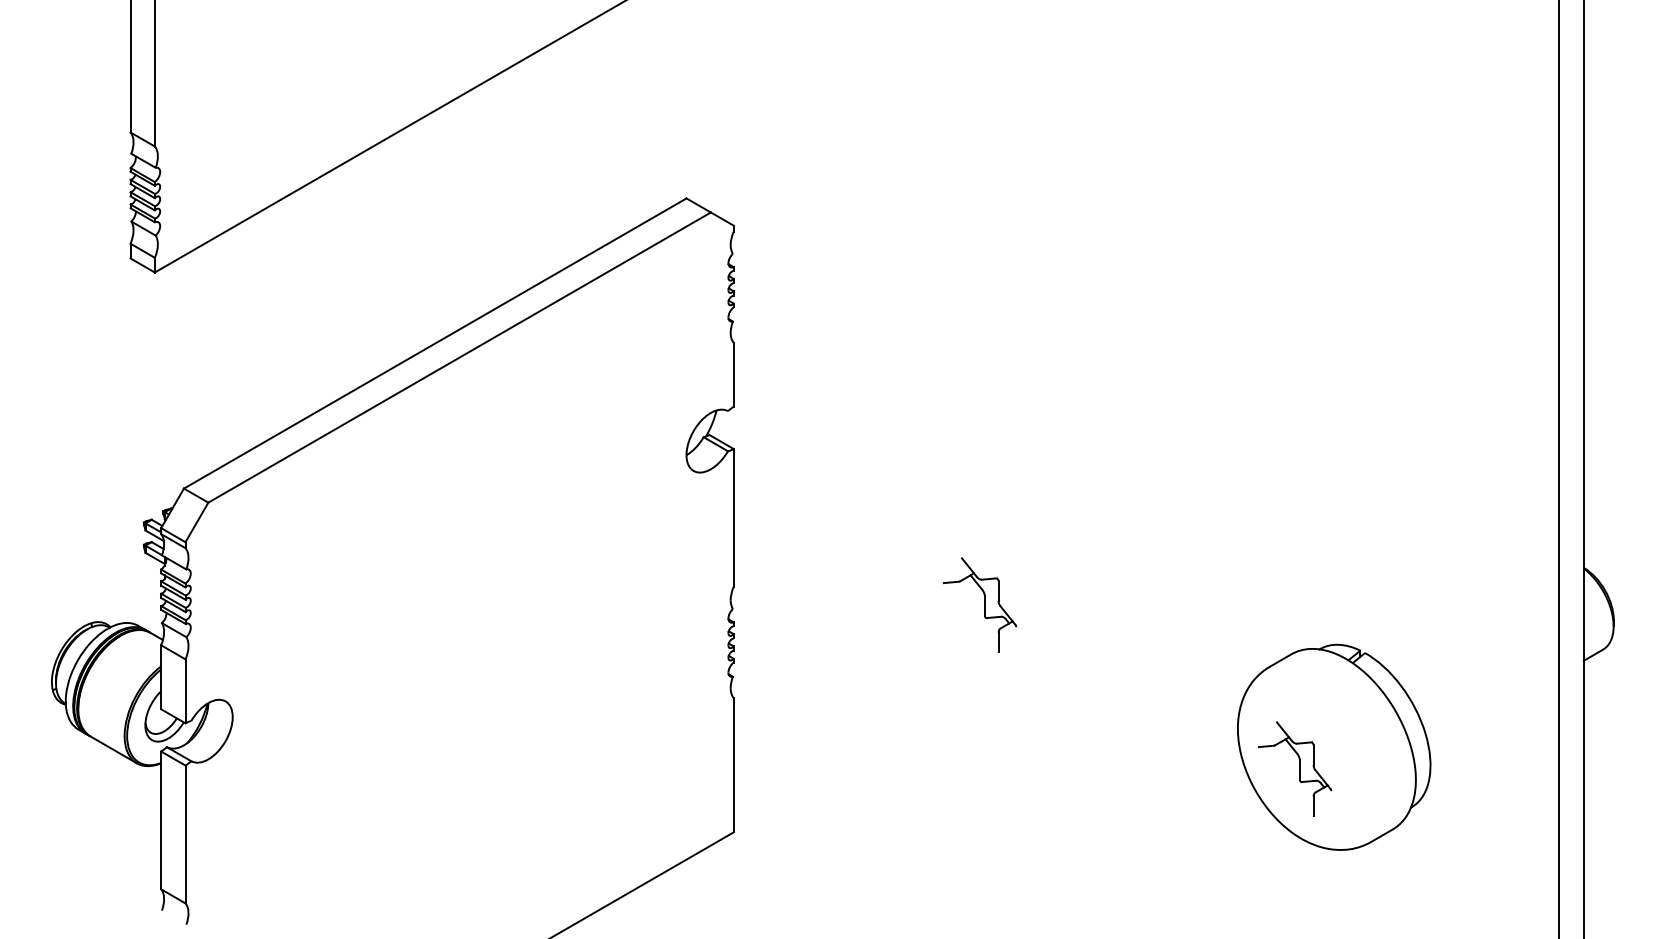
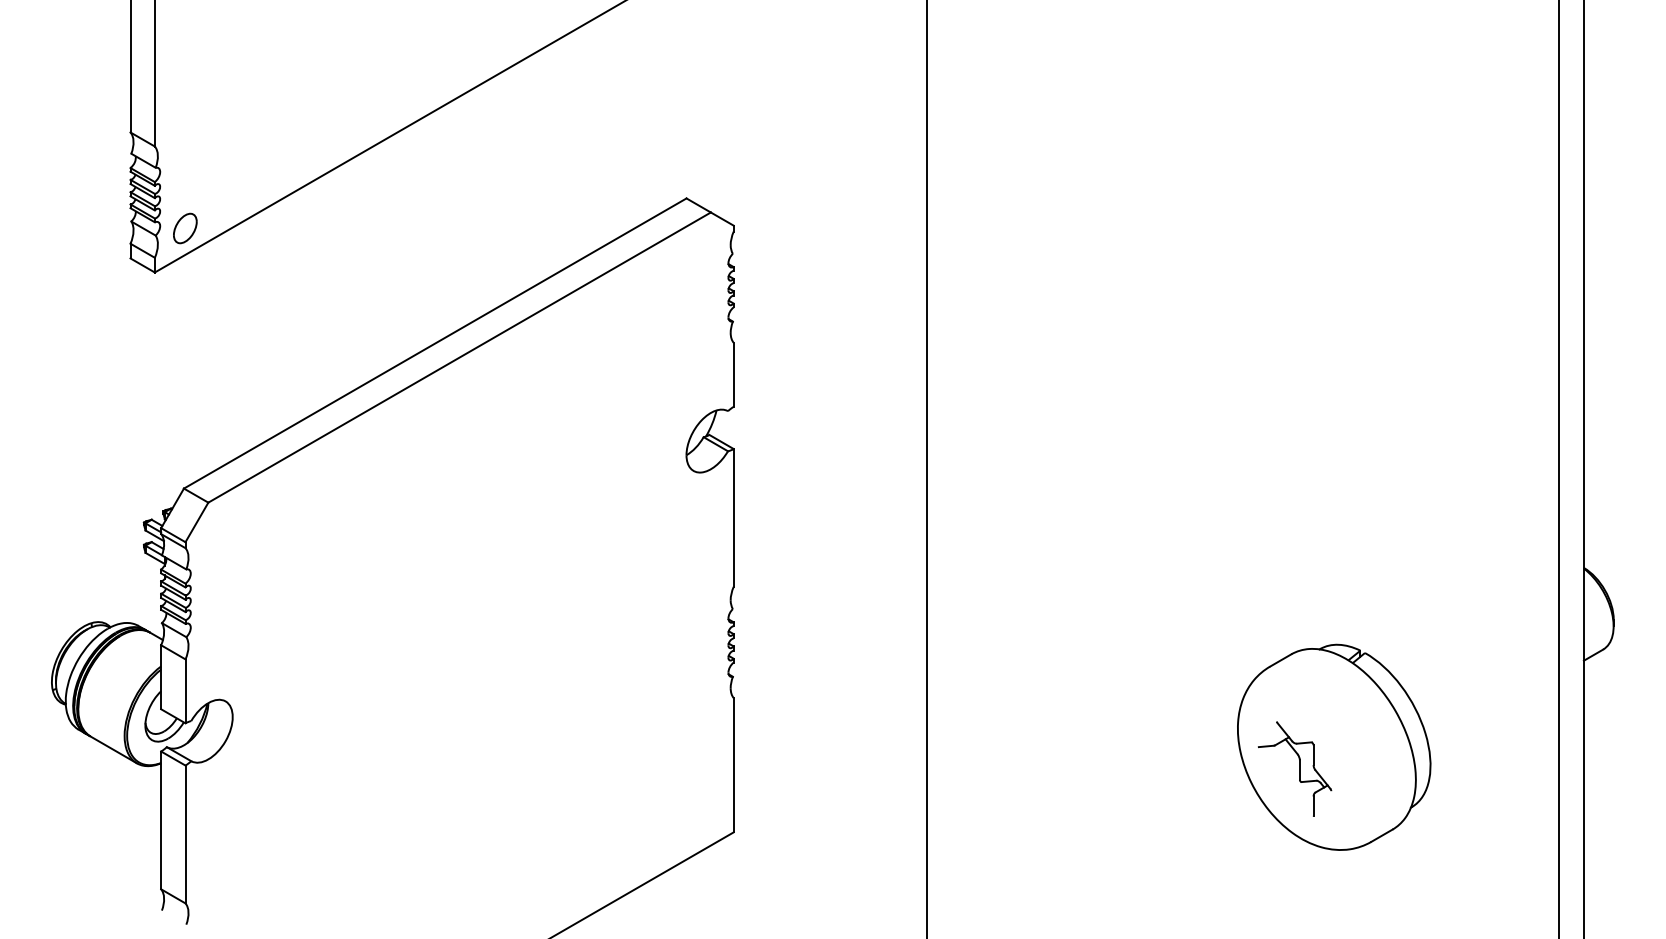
part at (185, 228): none -> present
line at (927, 468): none -> present
part at (980, 604): present -> none
